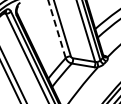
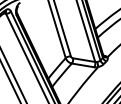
line at (56, 28): dashed -> solid
